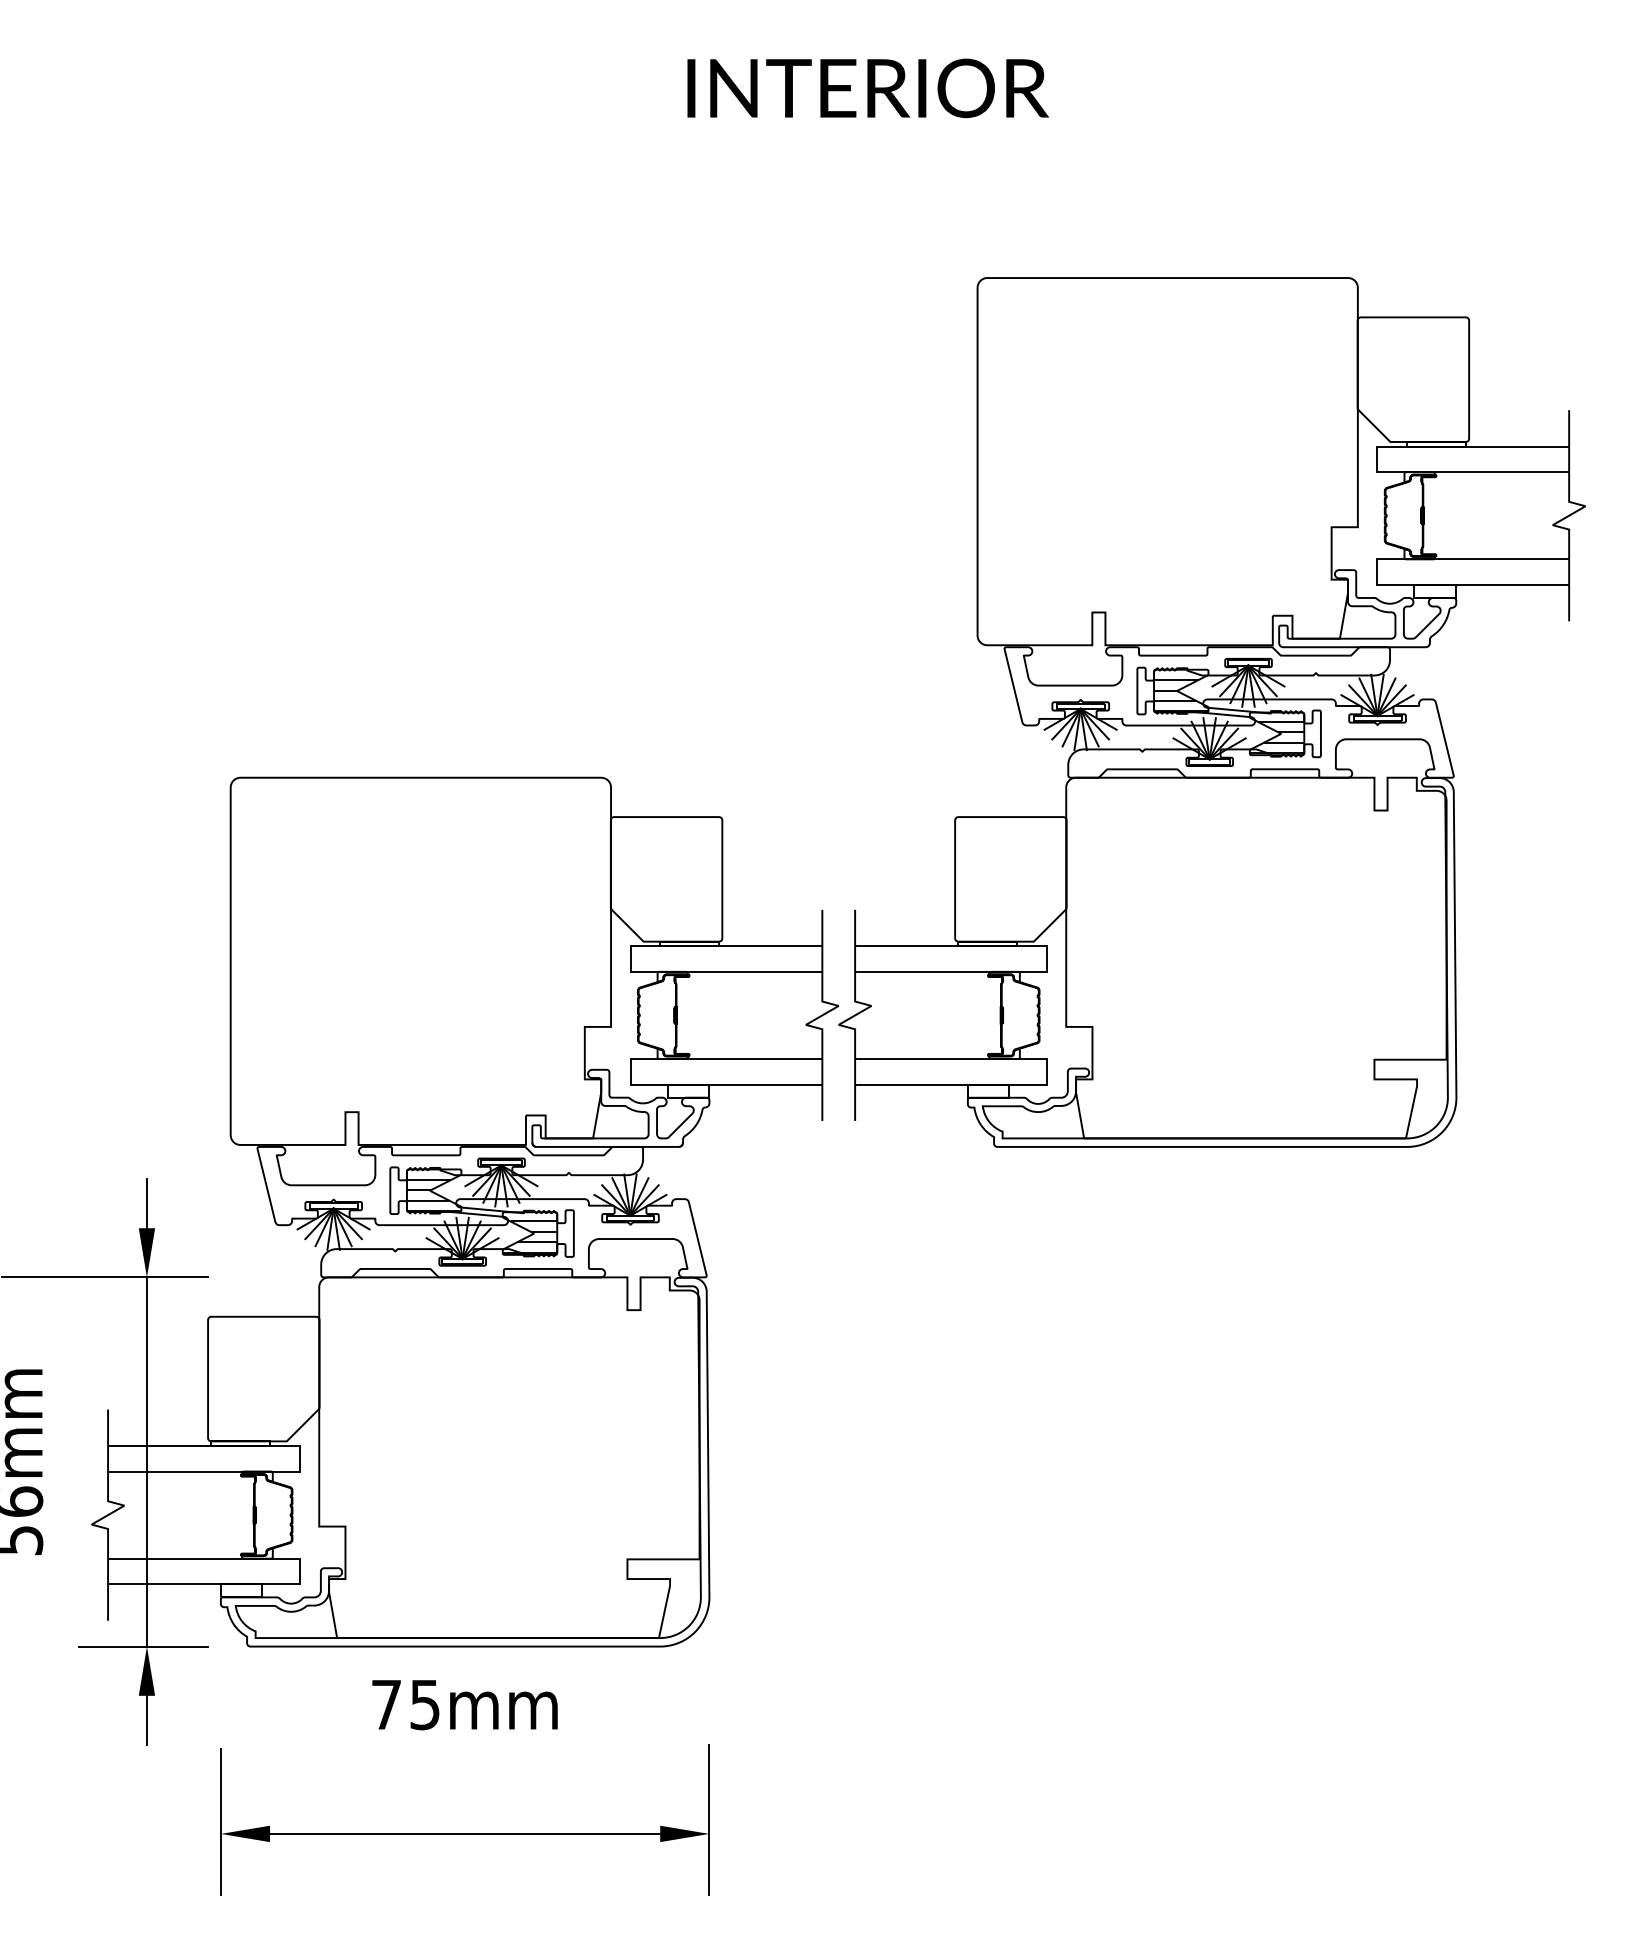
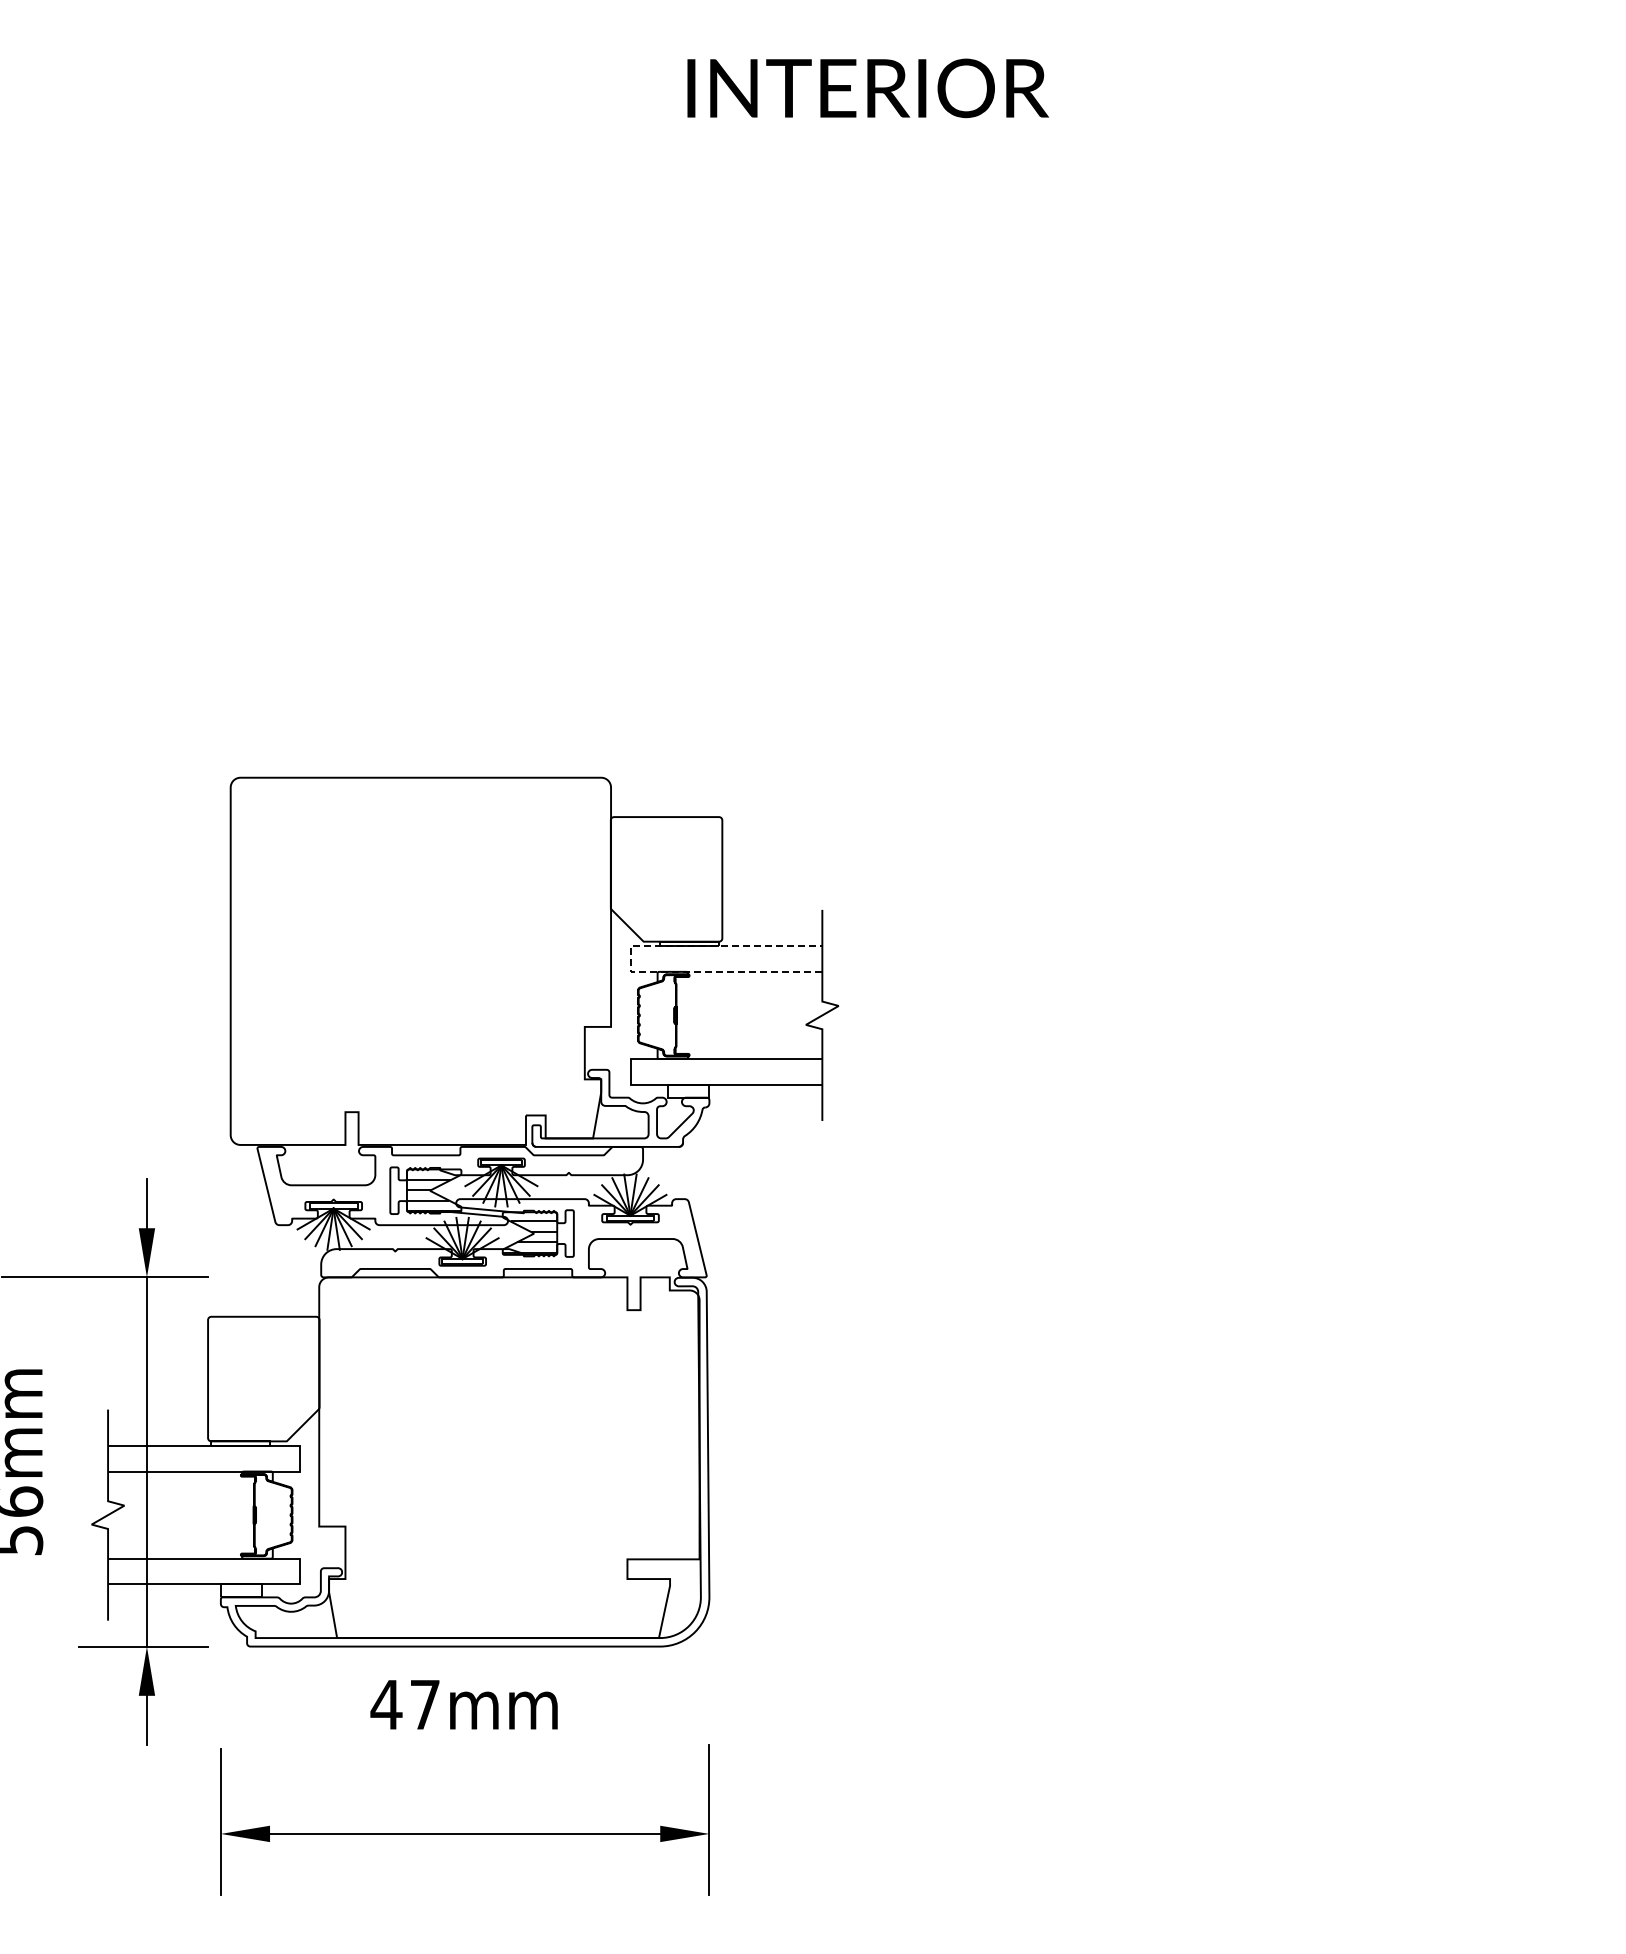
part at (1211, 712): present -> none
line at (630, 959): solid -> dashed
text at (404, 1705): 75mm -> 47mm
